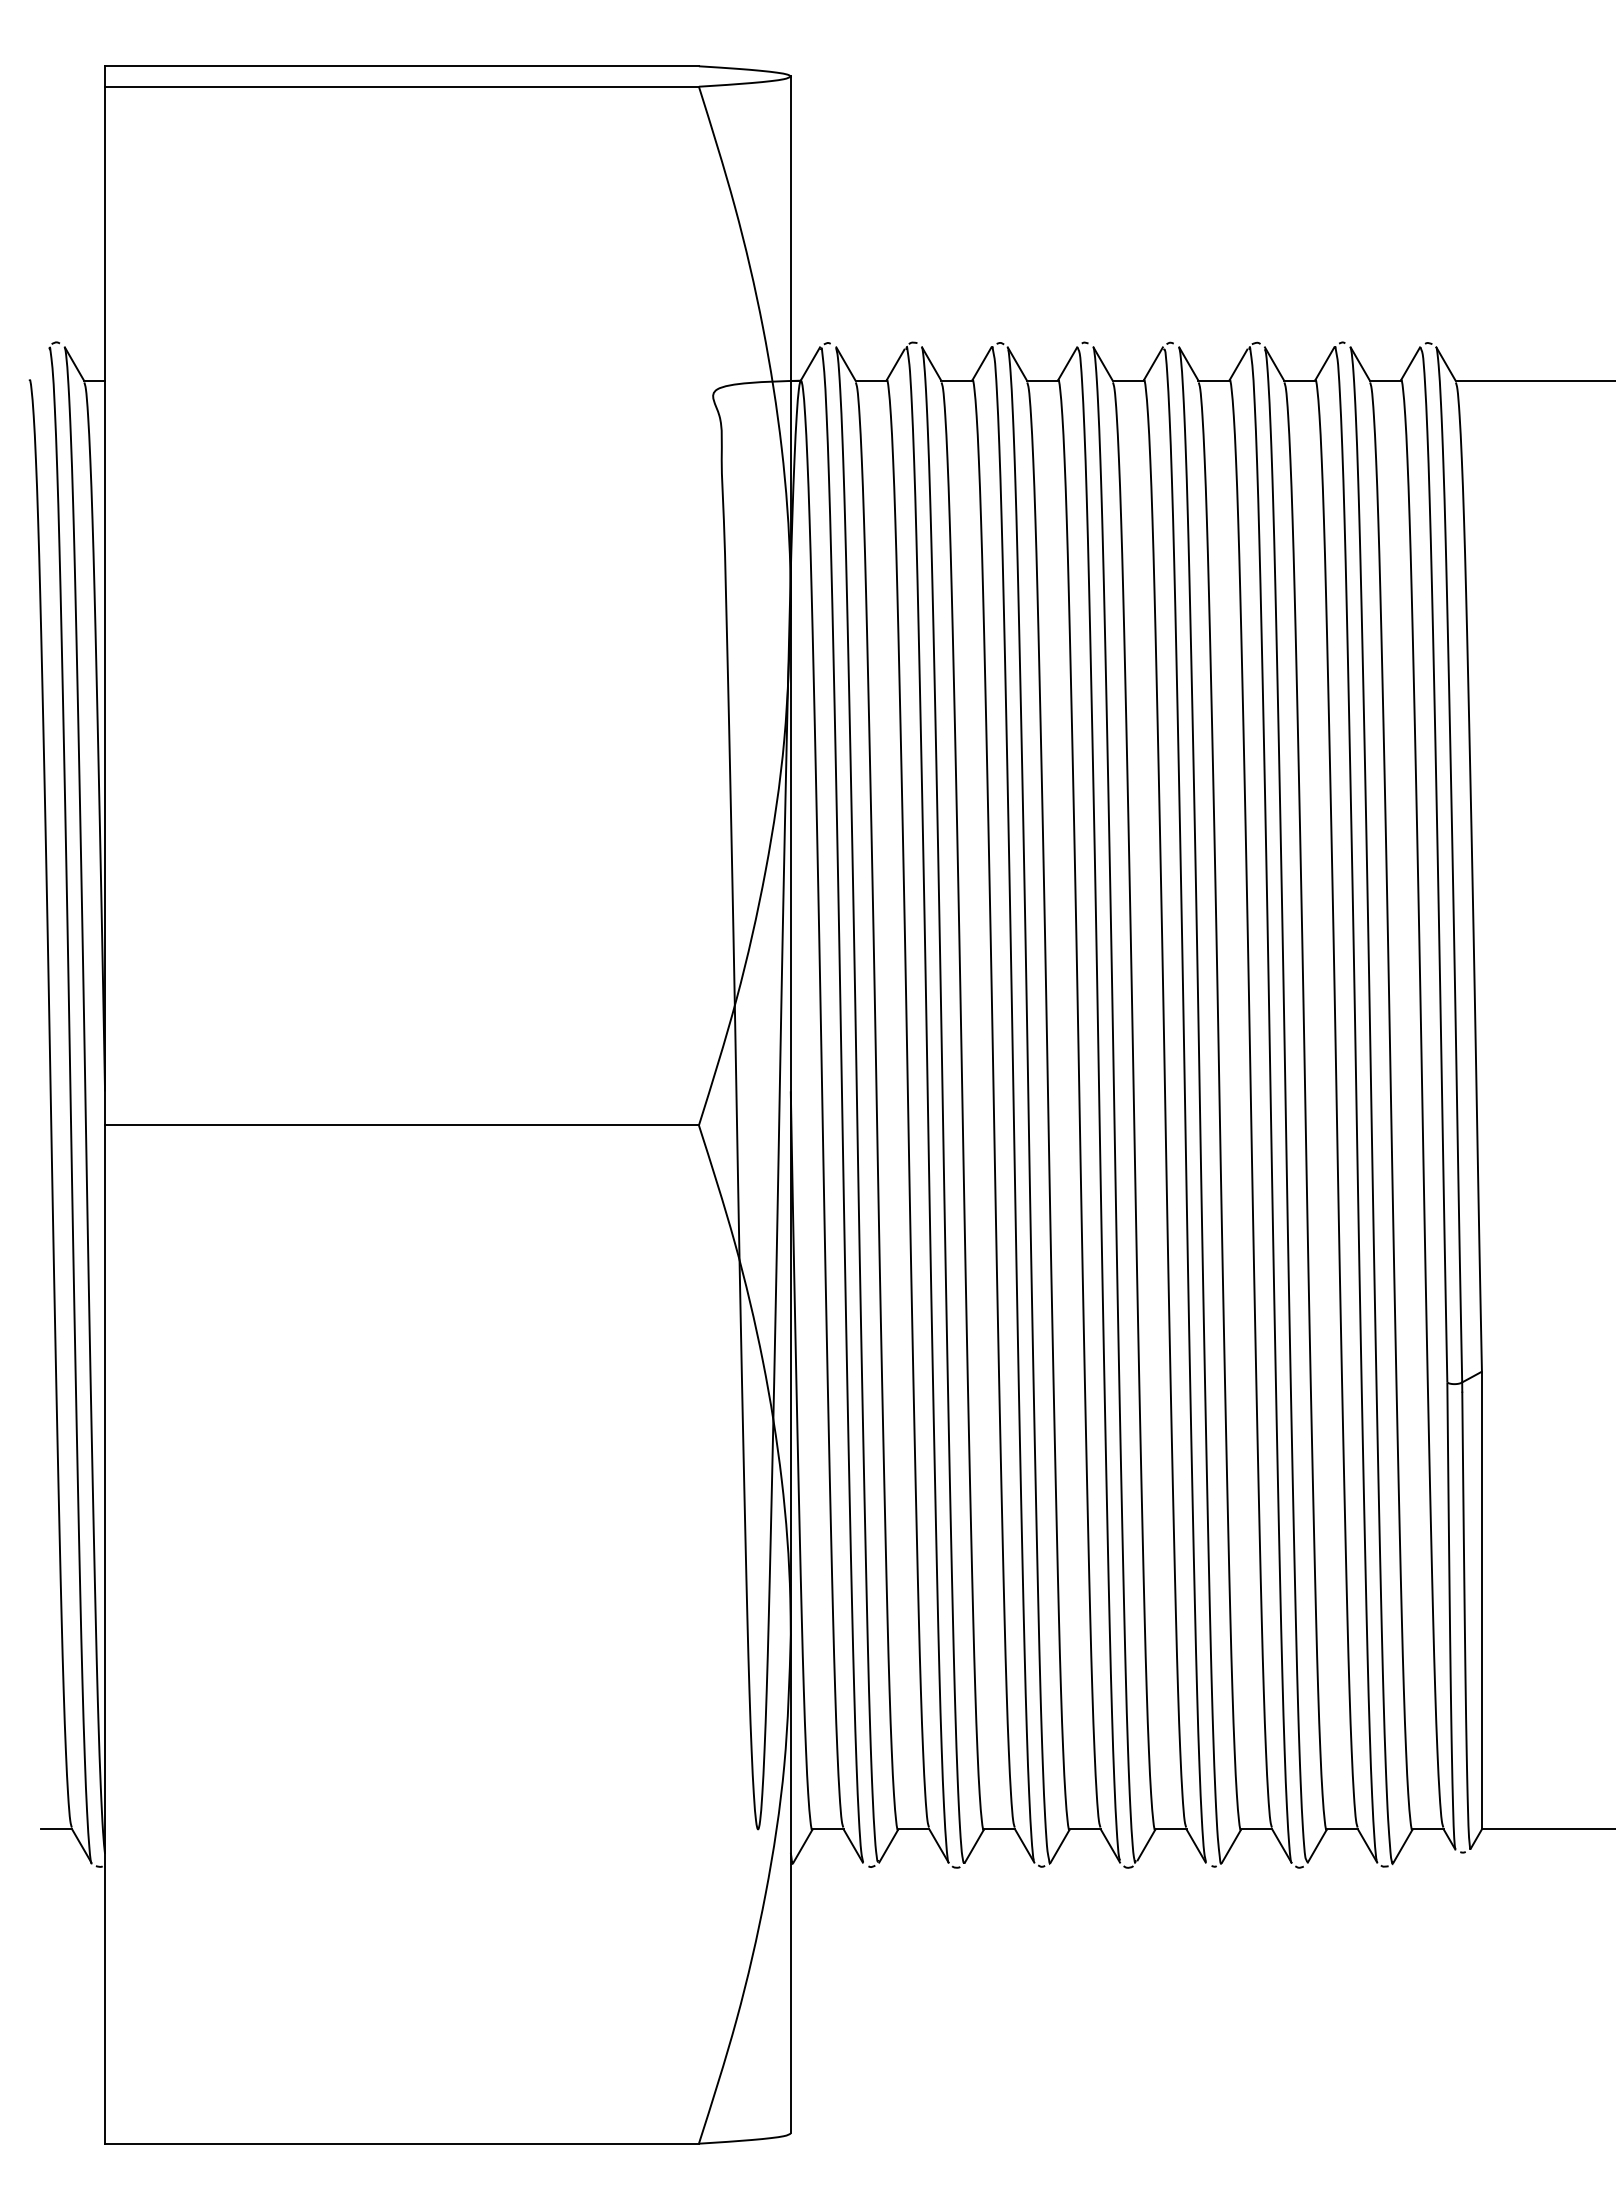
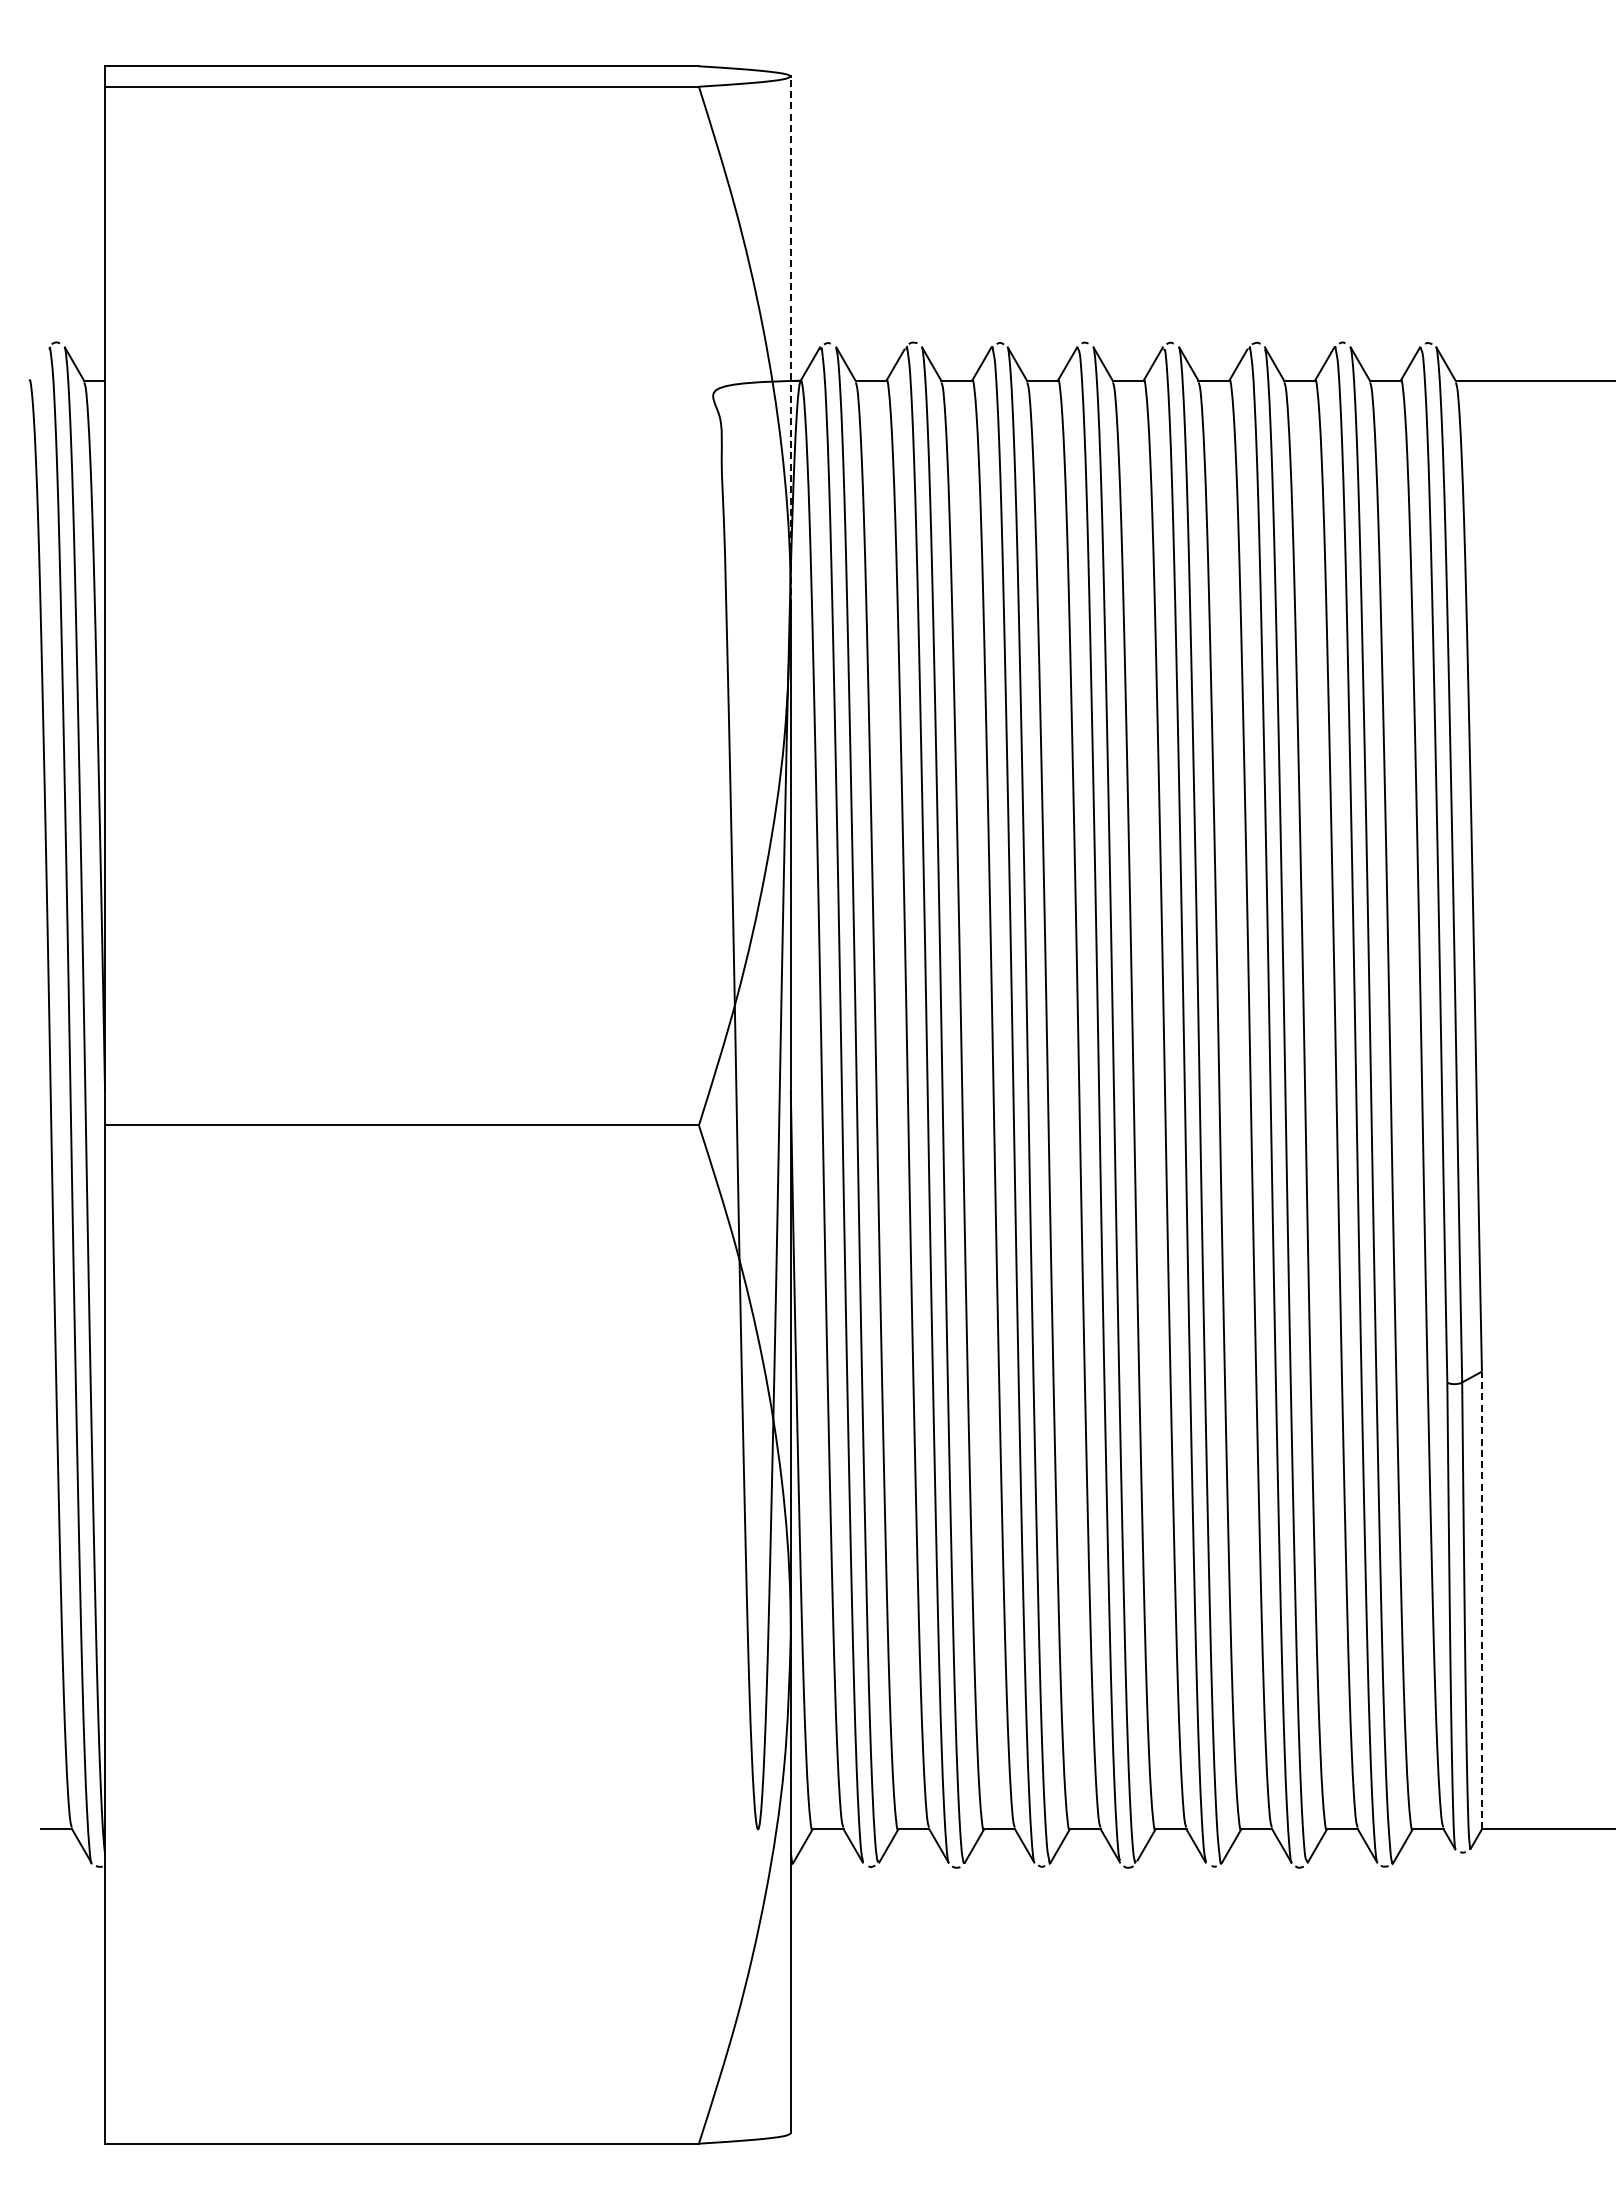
line at (790, 341): solid -> dashed
line at (1481, 1600): solid -> dashed
